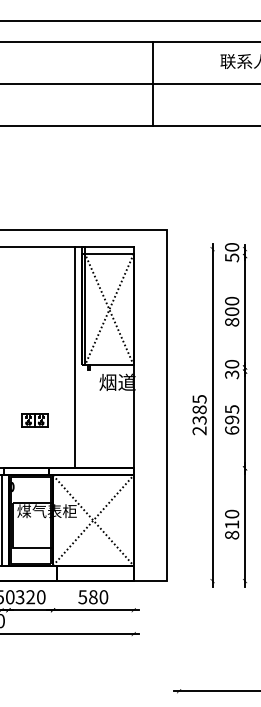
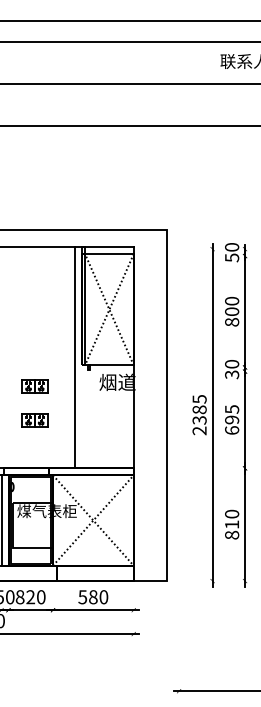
line at (152, 84): present -> none
part at (34, 386): none -> present
text at (19, 597): 320 -> 820
